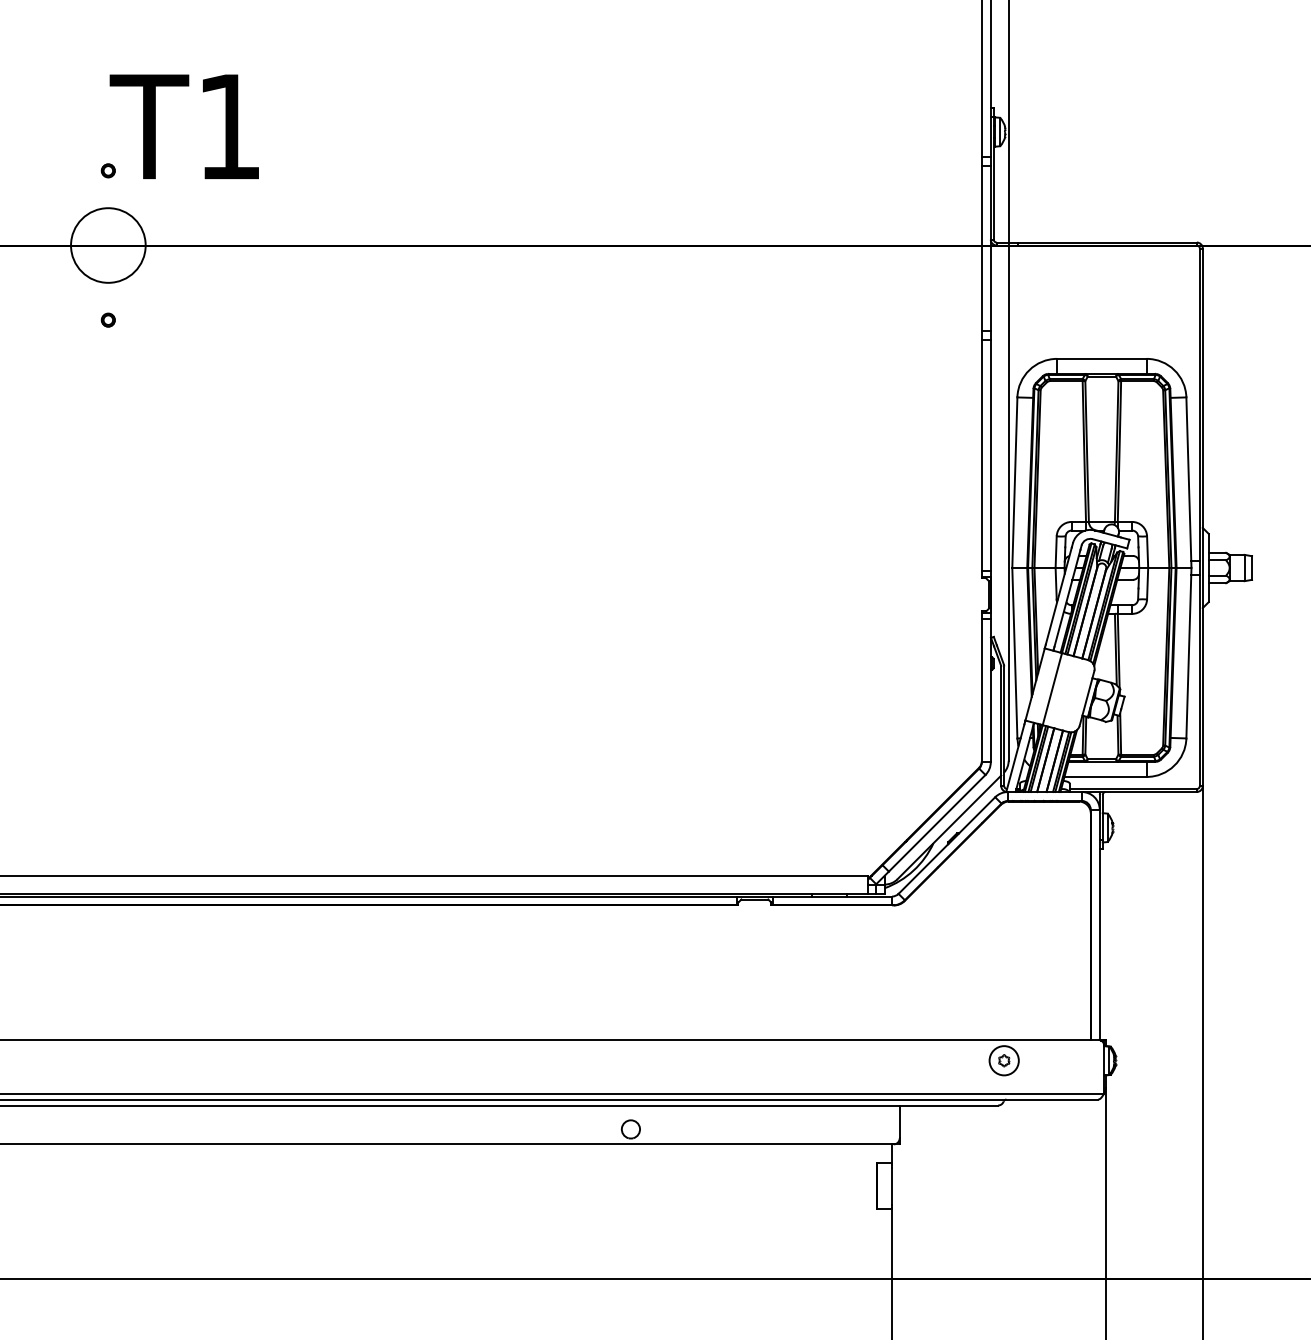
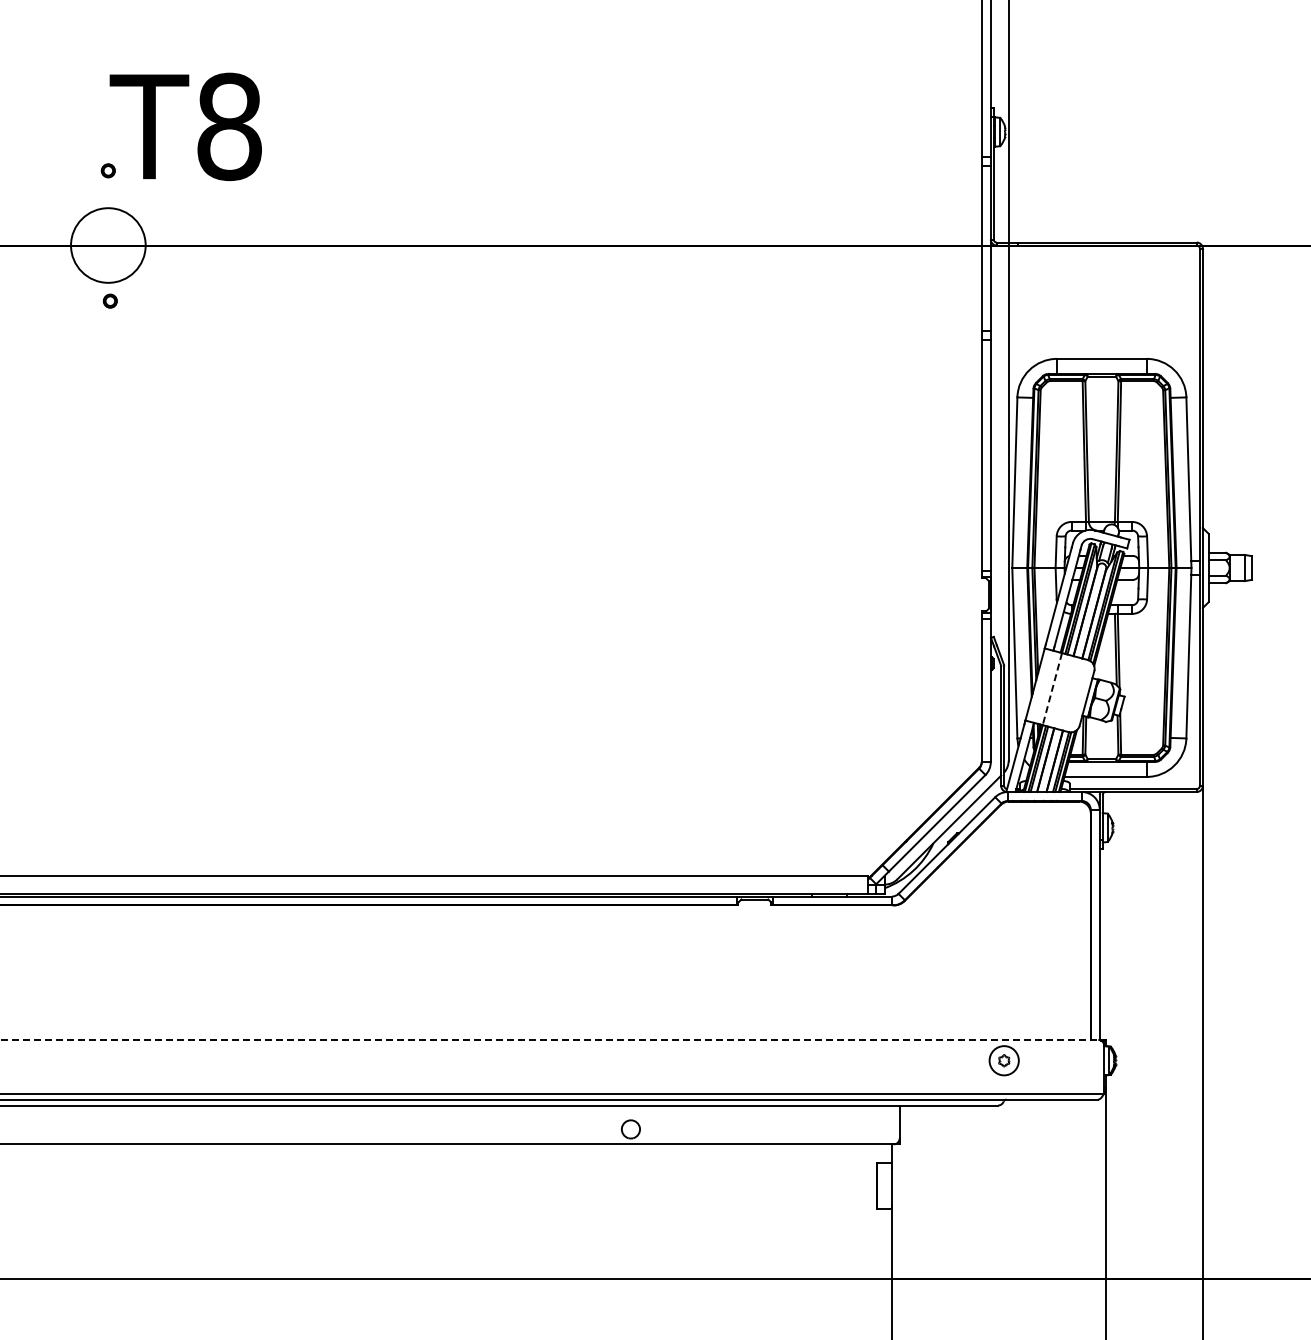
text at (229, 126): T1 -> T8
circle at (107, 319) position: (107, 319) -> (109, 300)
line at (1052, 689): solid -> dashed
line at (549, 1039): solid -> dashed
